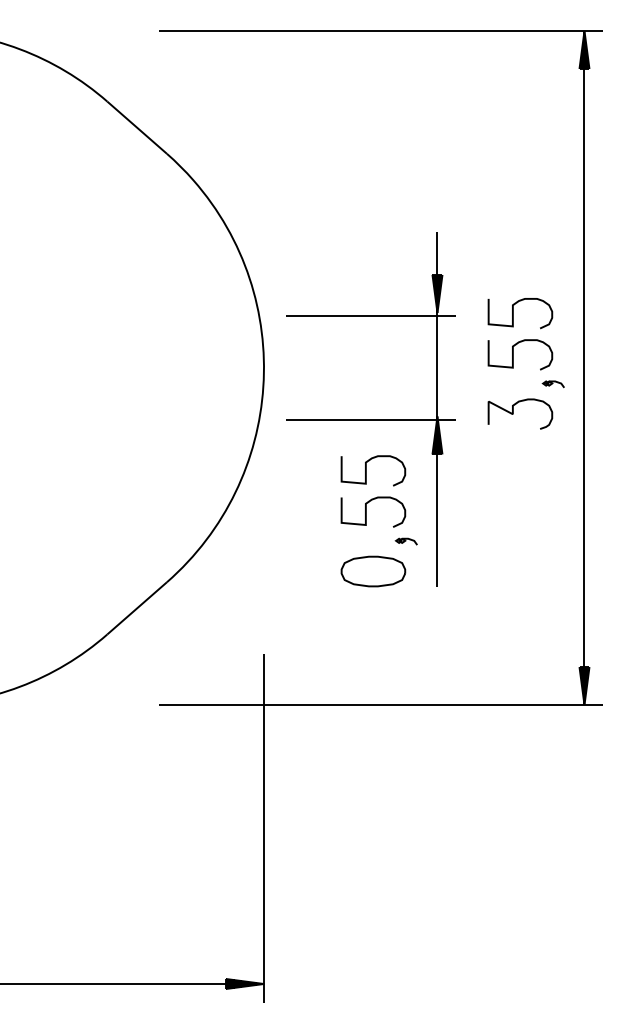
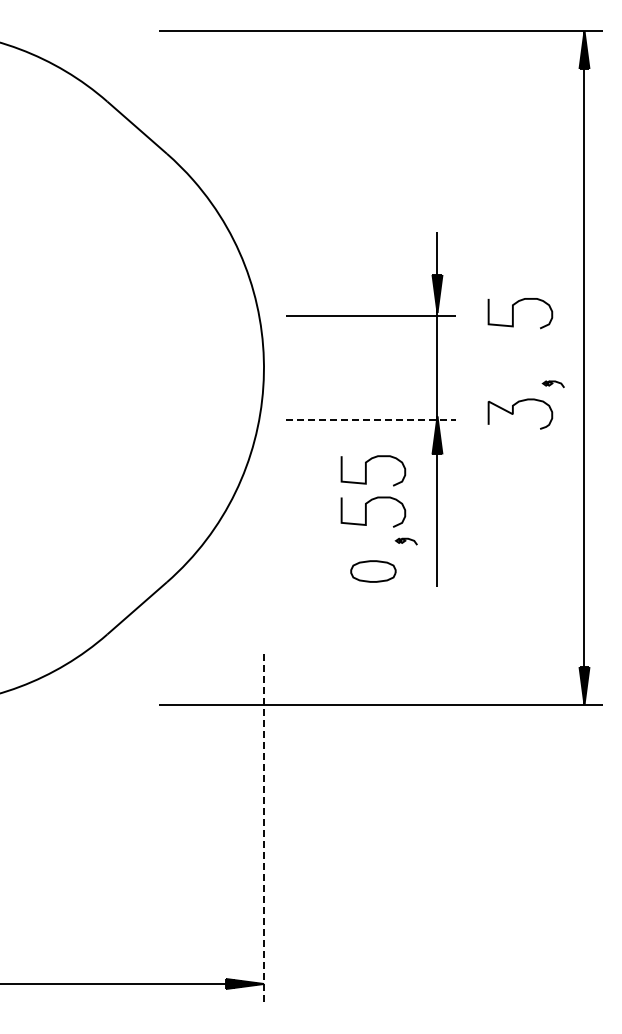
curve at (513, 354): present -> none
line at (371, 420): solid -> dashed
part at (373, 571) size: 67x33 px -> 47x23 px
line at (264, 828): solid -> dashed
